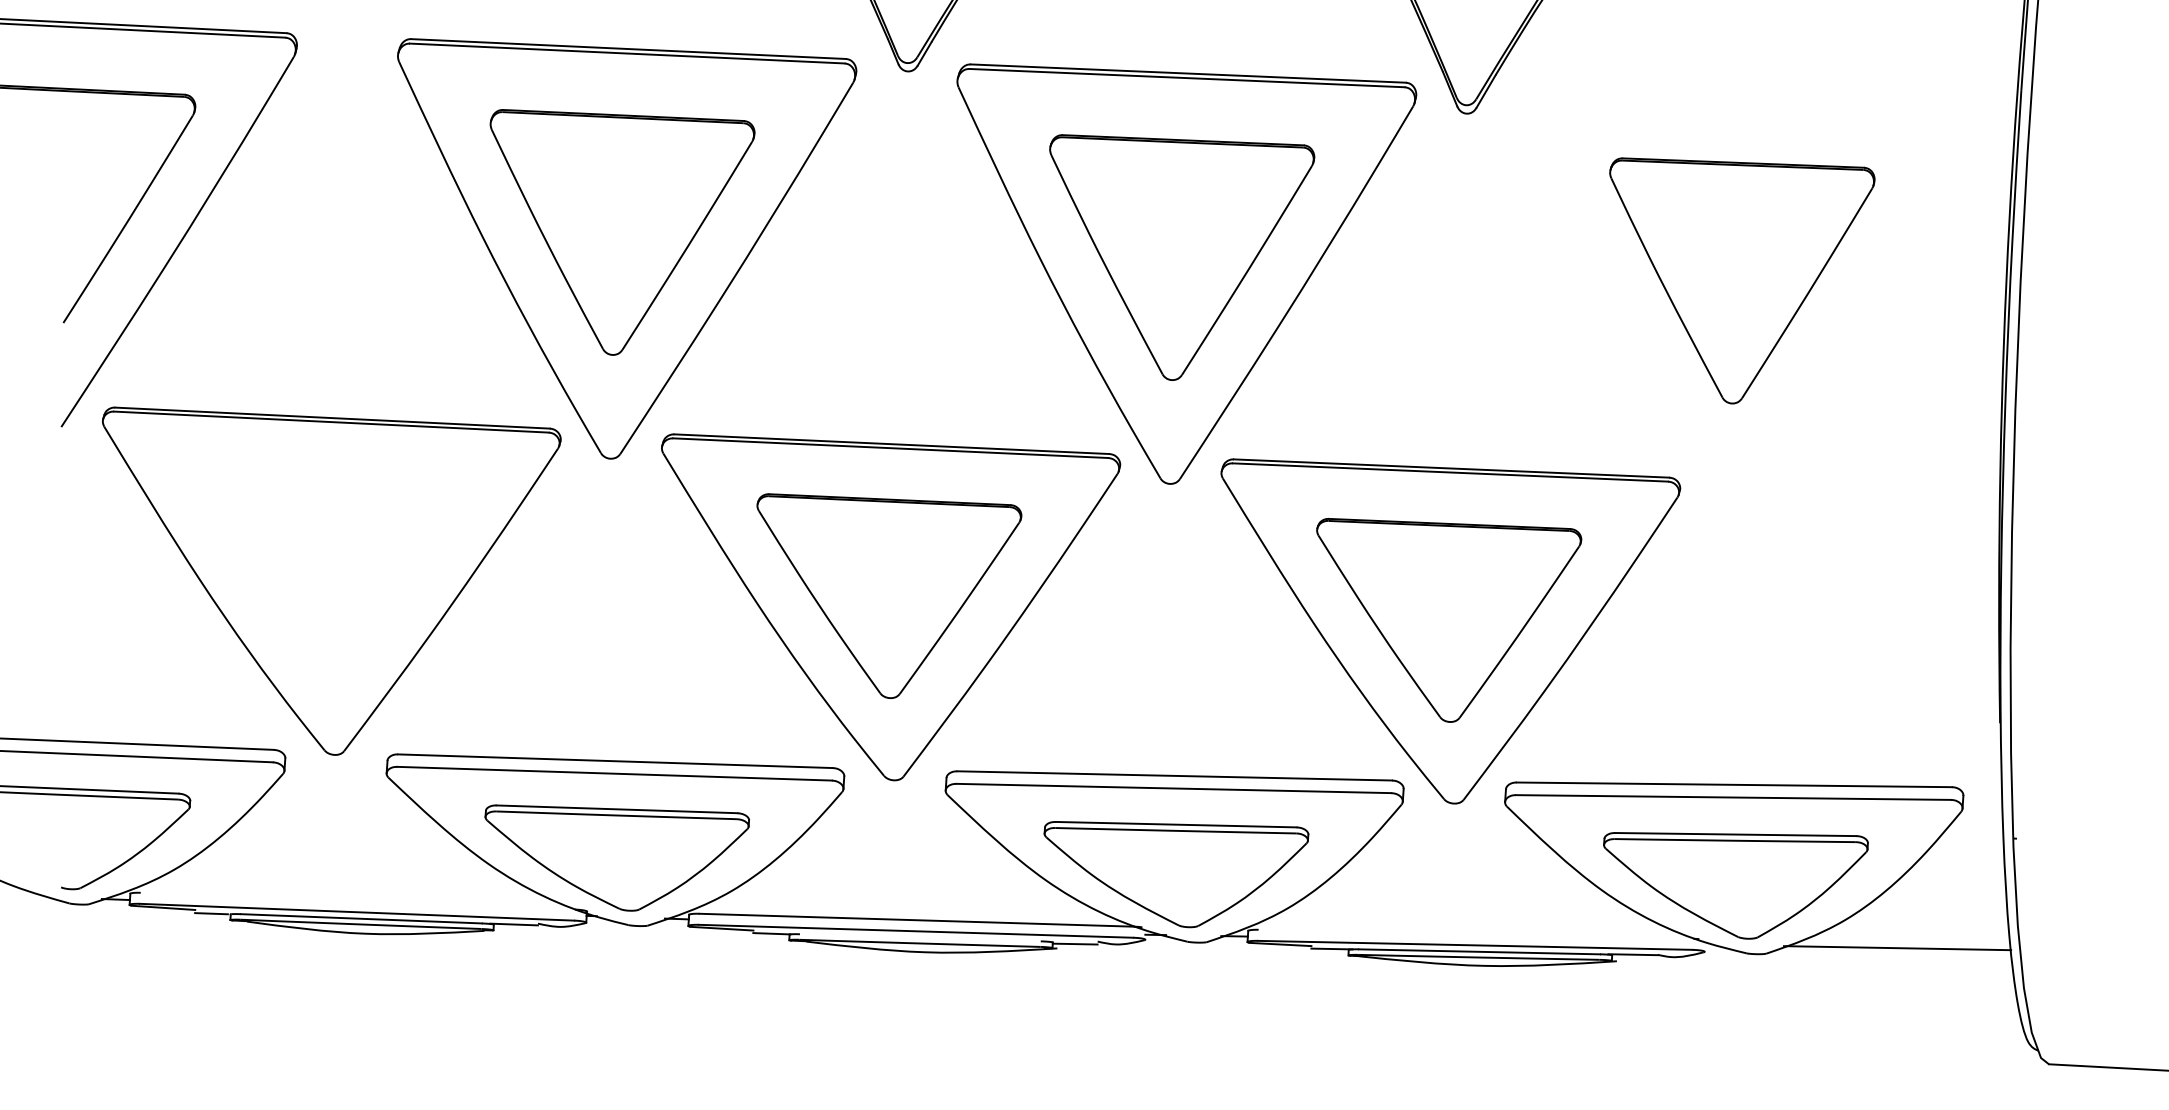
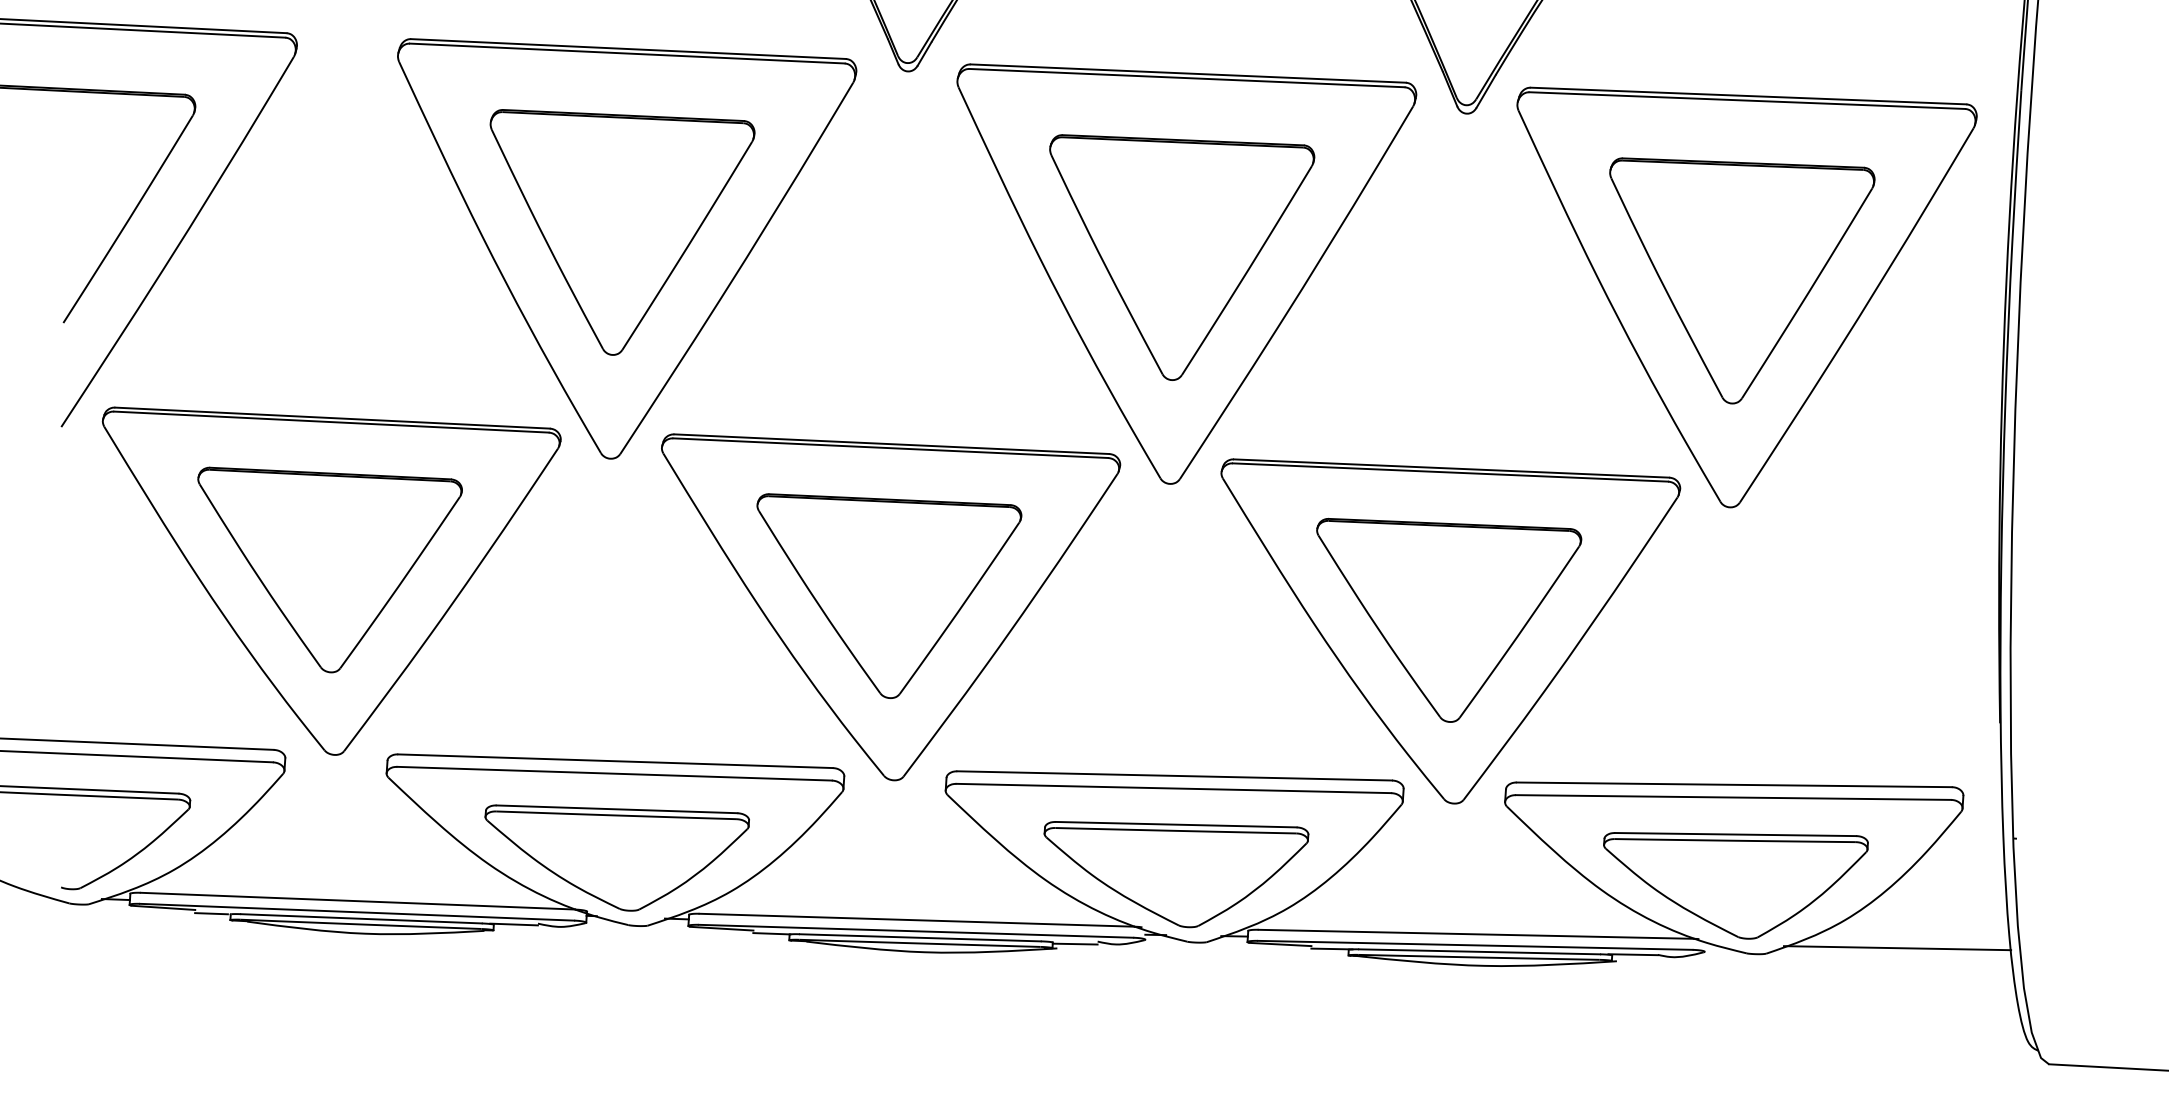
part at (1746, 297): none -> present
part at (329, 569): none -> present
line at (357, 900): none -> present
line at (1475, 933): none -> present
line at (919, 937): none -> present
